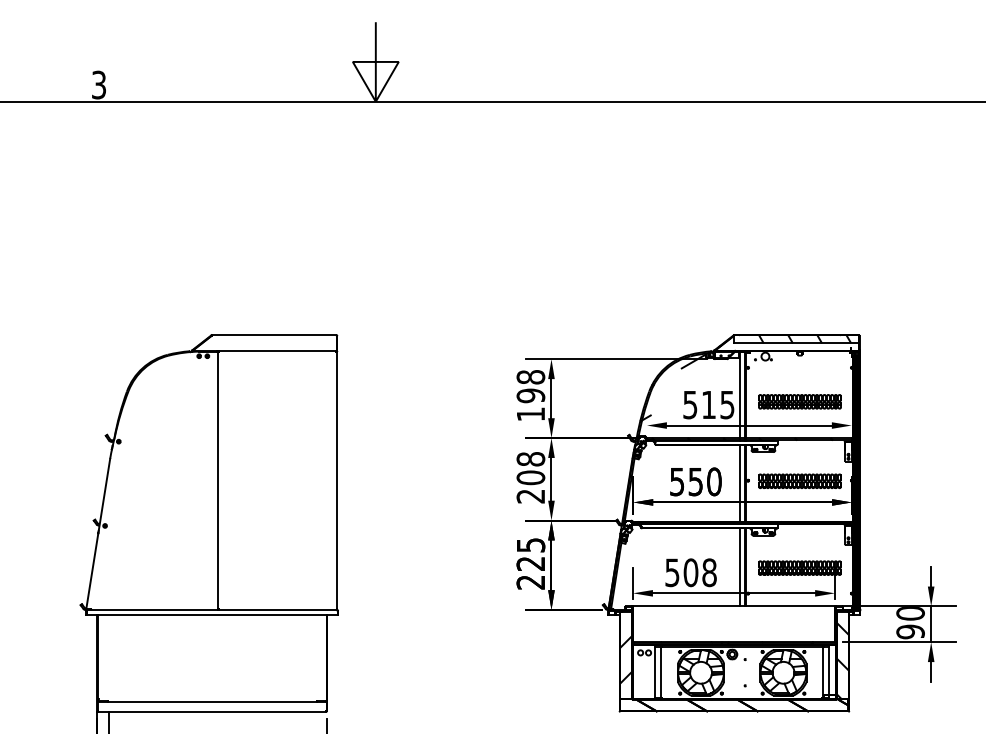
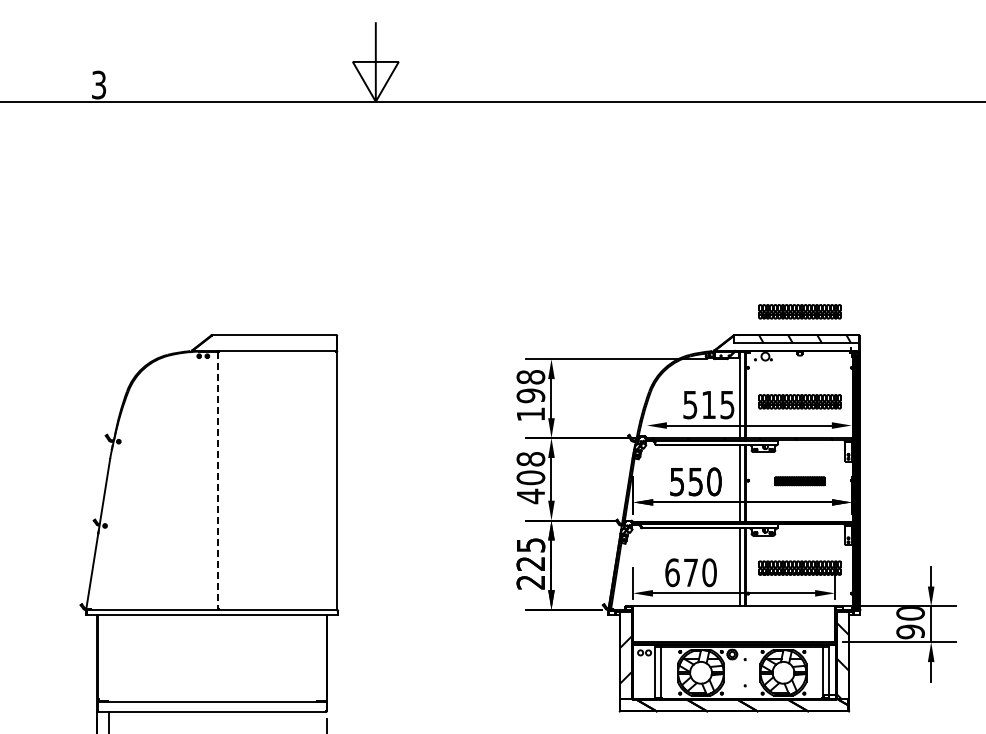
part at (799, 311): none -> present
hatch at (675, 386): present -> none
part at (799, 480) size: 84x16 px -> 52x11 px
line at (218, 481): solid -> dashed
text at (530, 496): 208 -> 408
text at (690, 572): 508 -> 670
